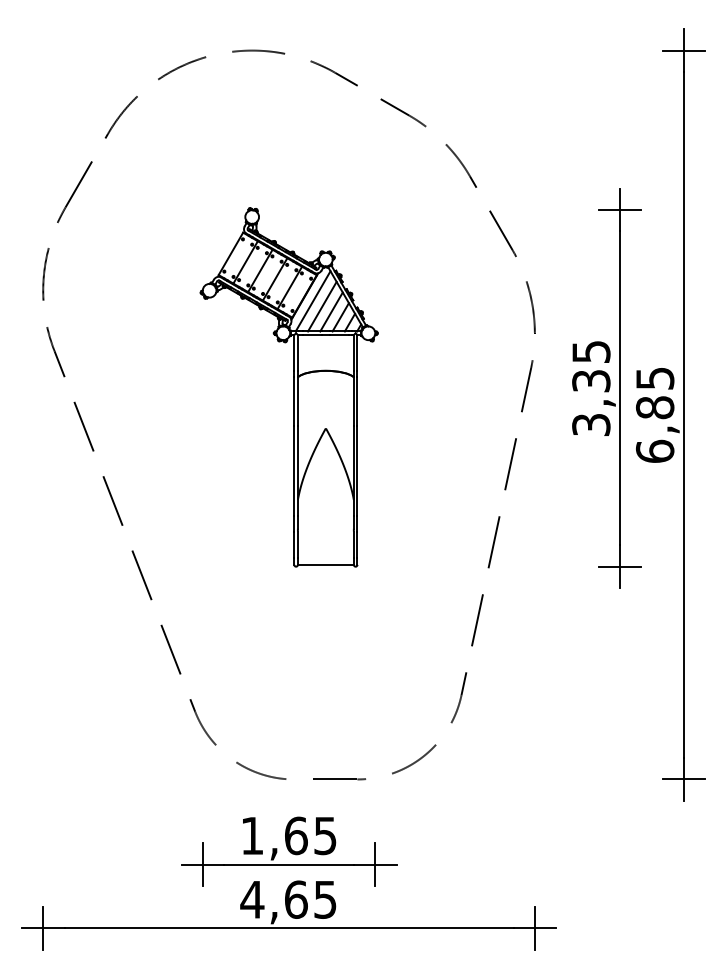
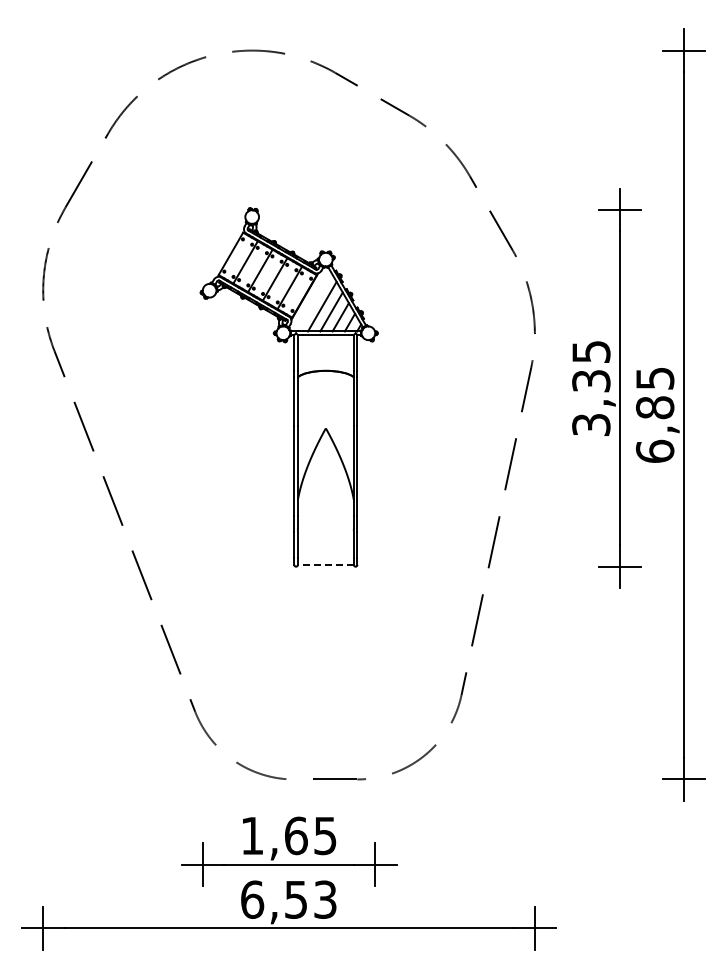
line at (312, 301): present -> none
line at (325, 565): solid -> dashed
text at (288, 899): 4,65 -> 6,53
